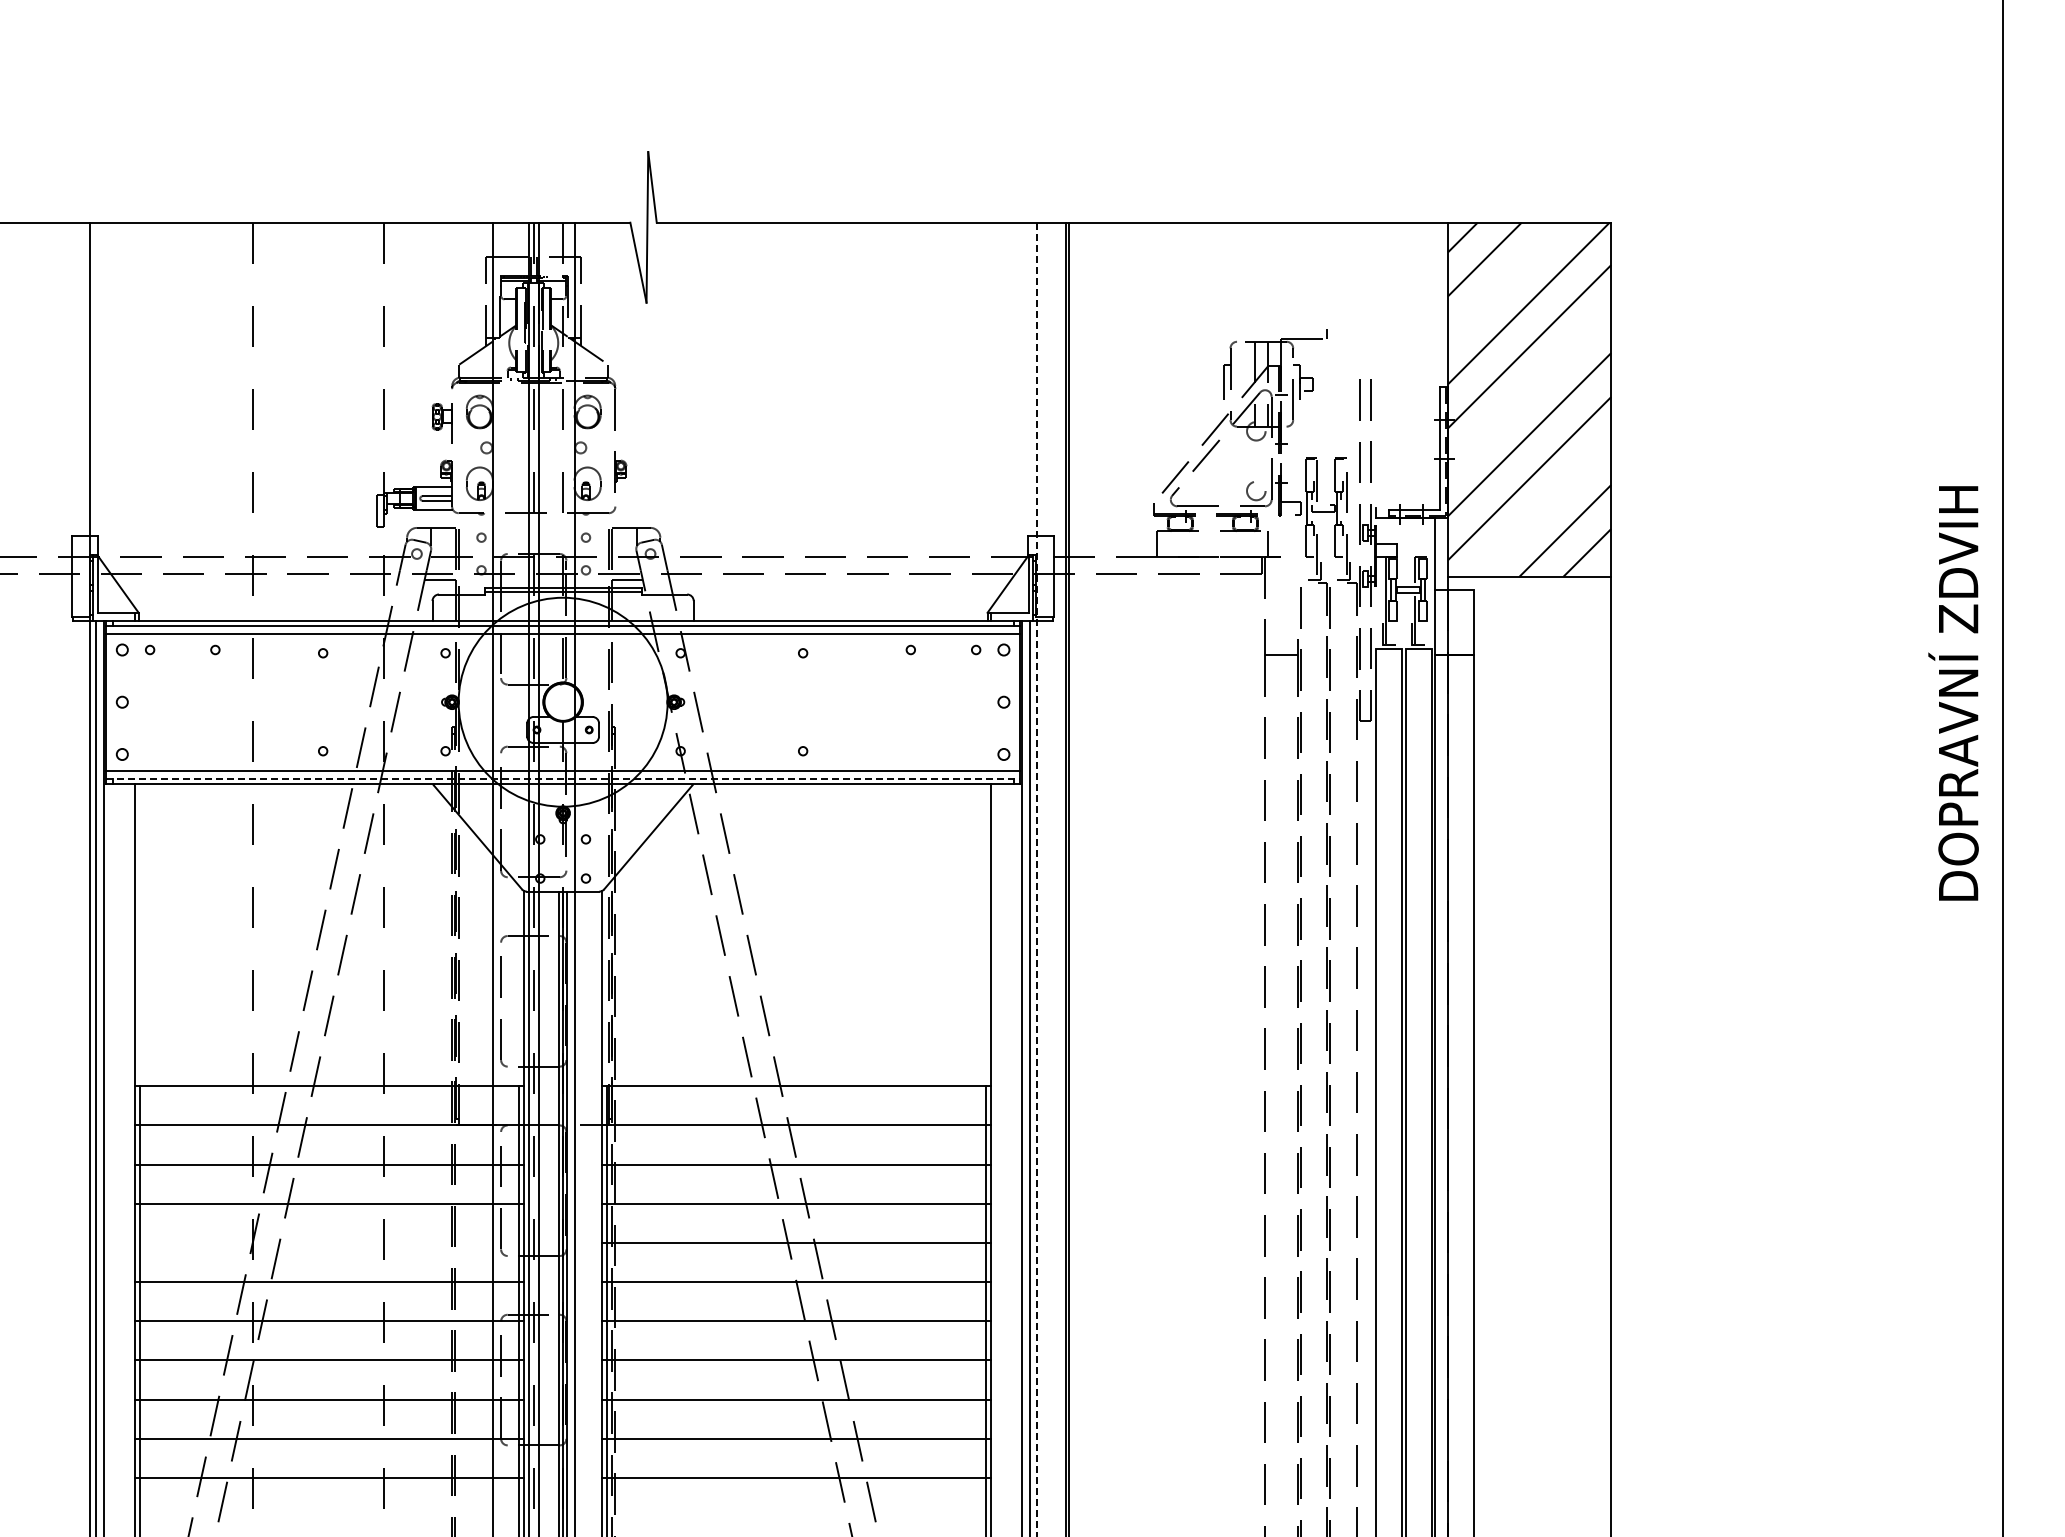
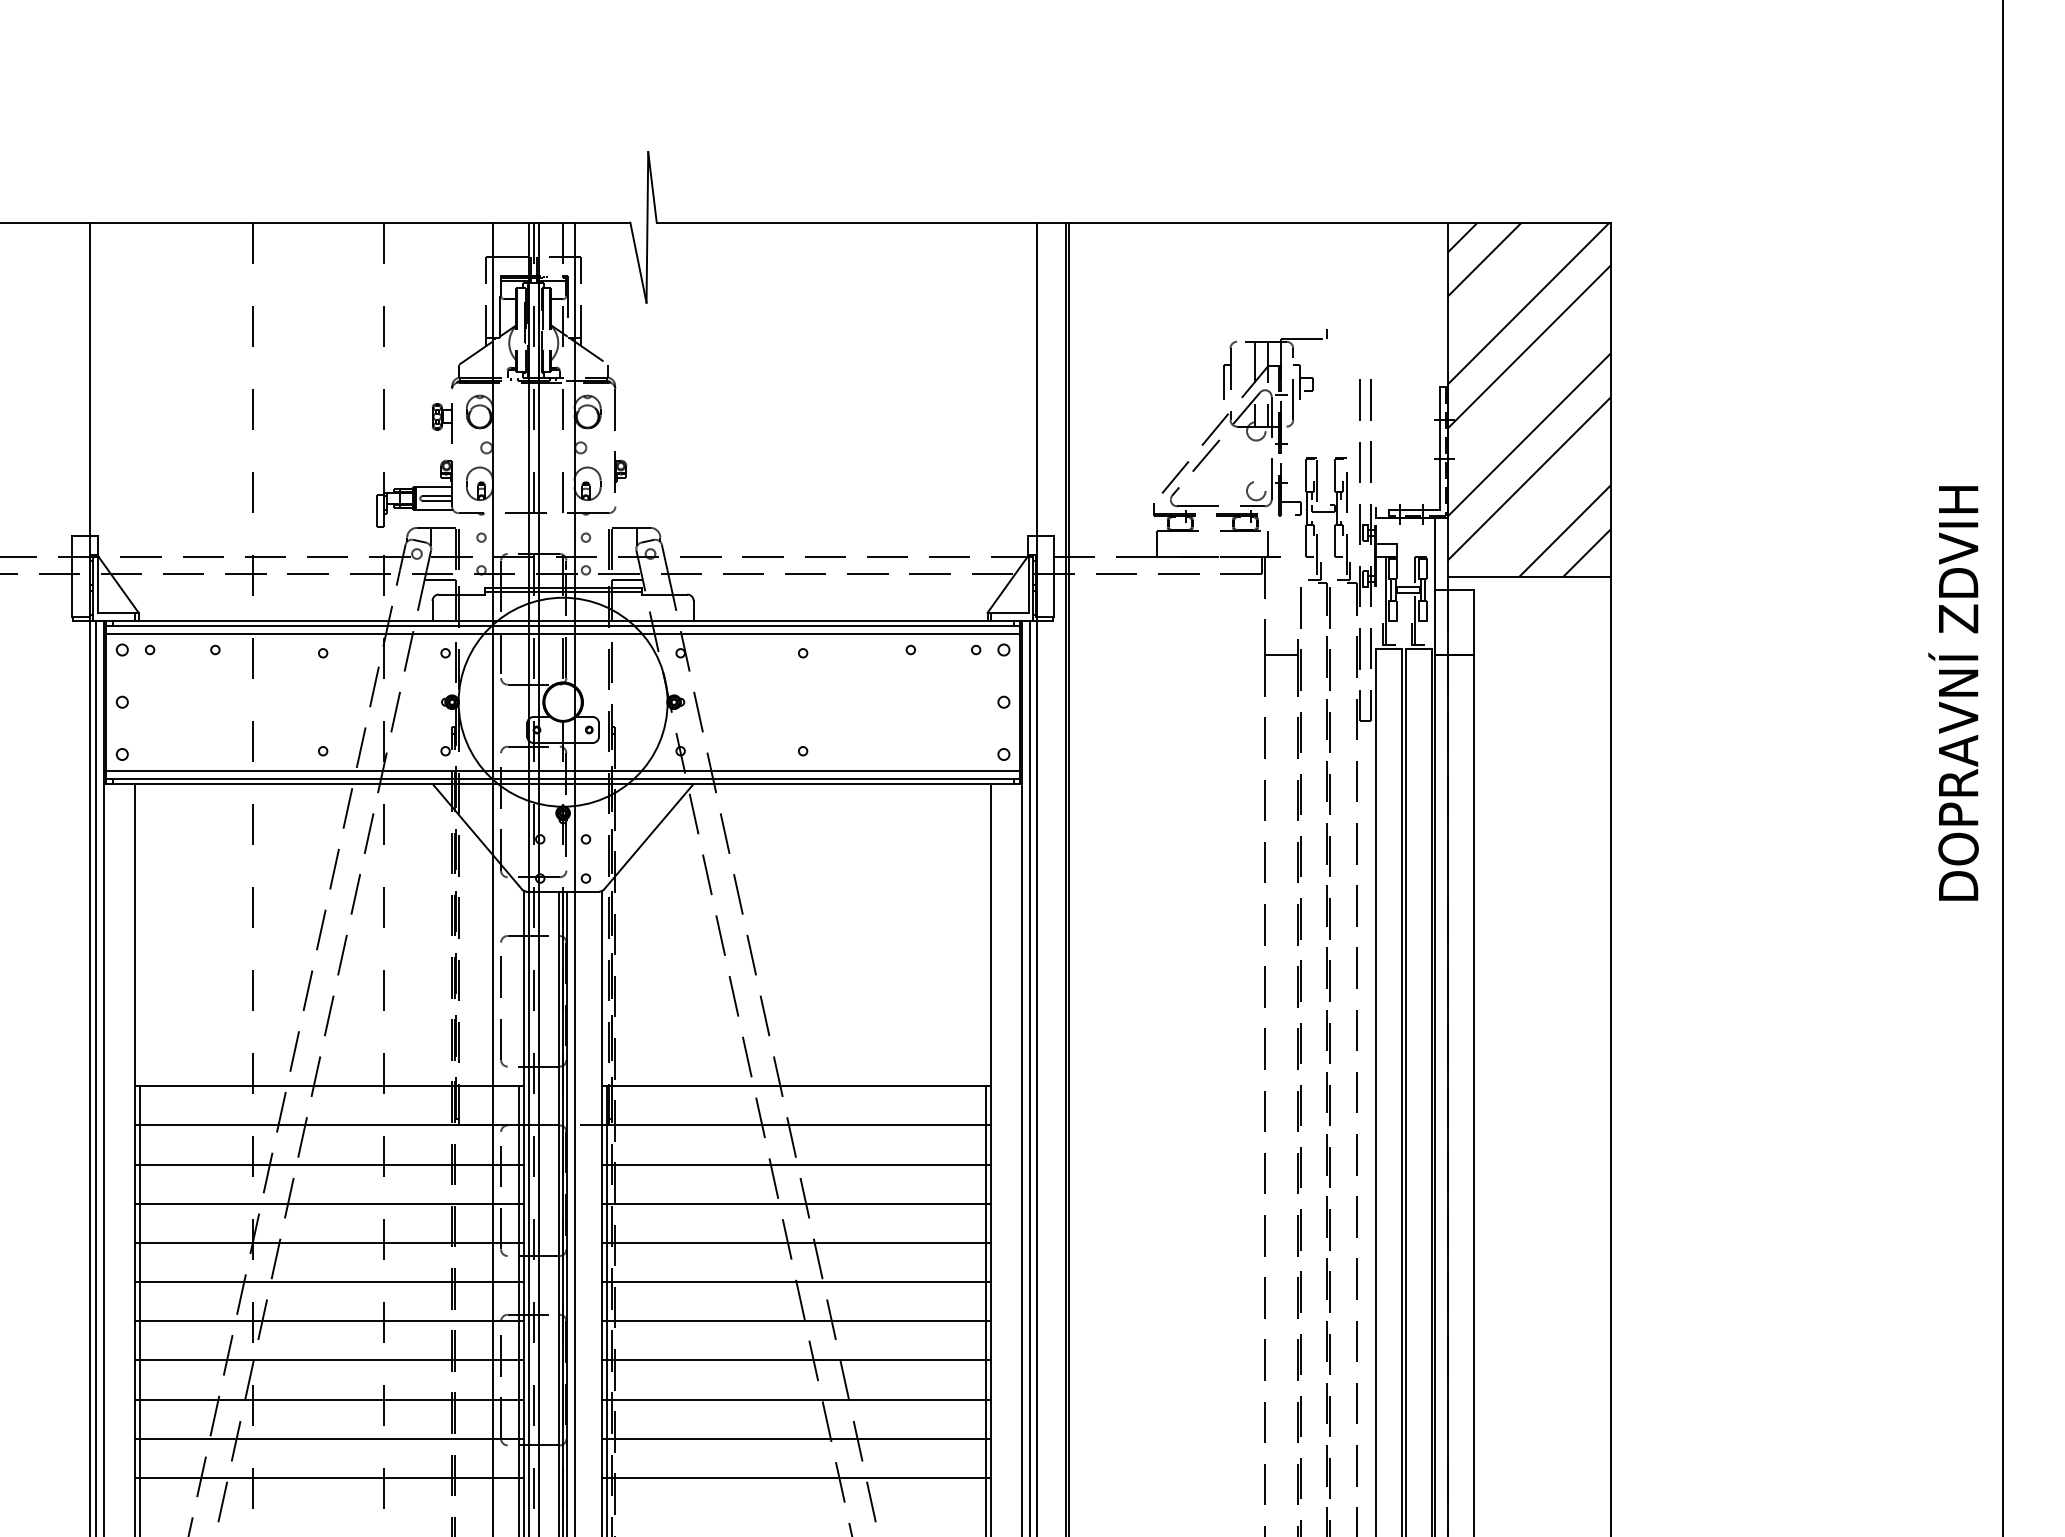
line at (563, 778): dashed -> solid
line at (1036, 879): dashed -> solid
line at (329, 1242): none -> present
